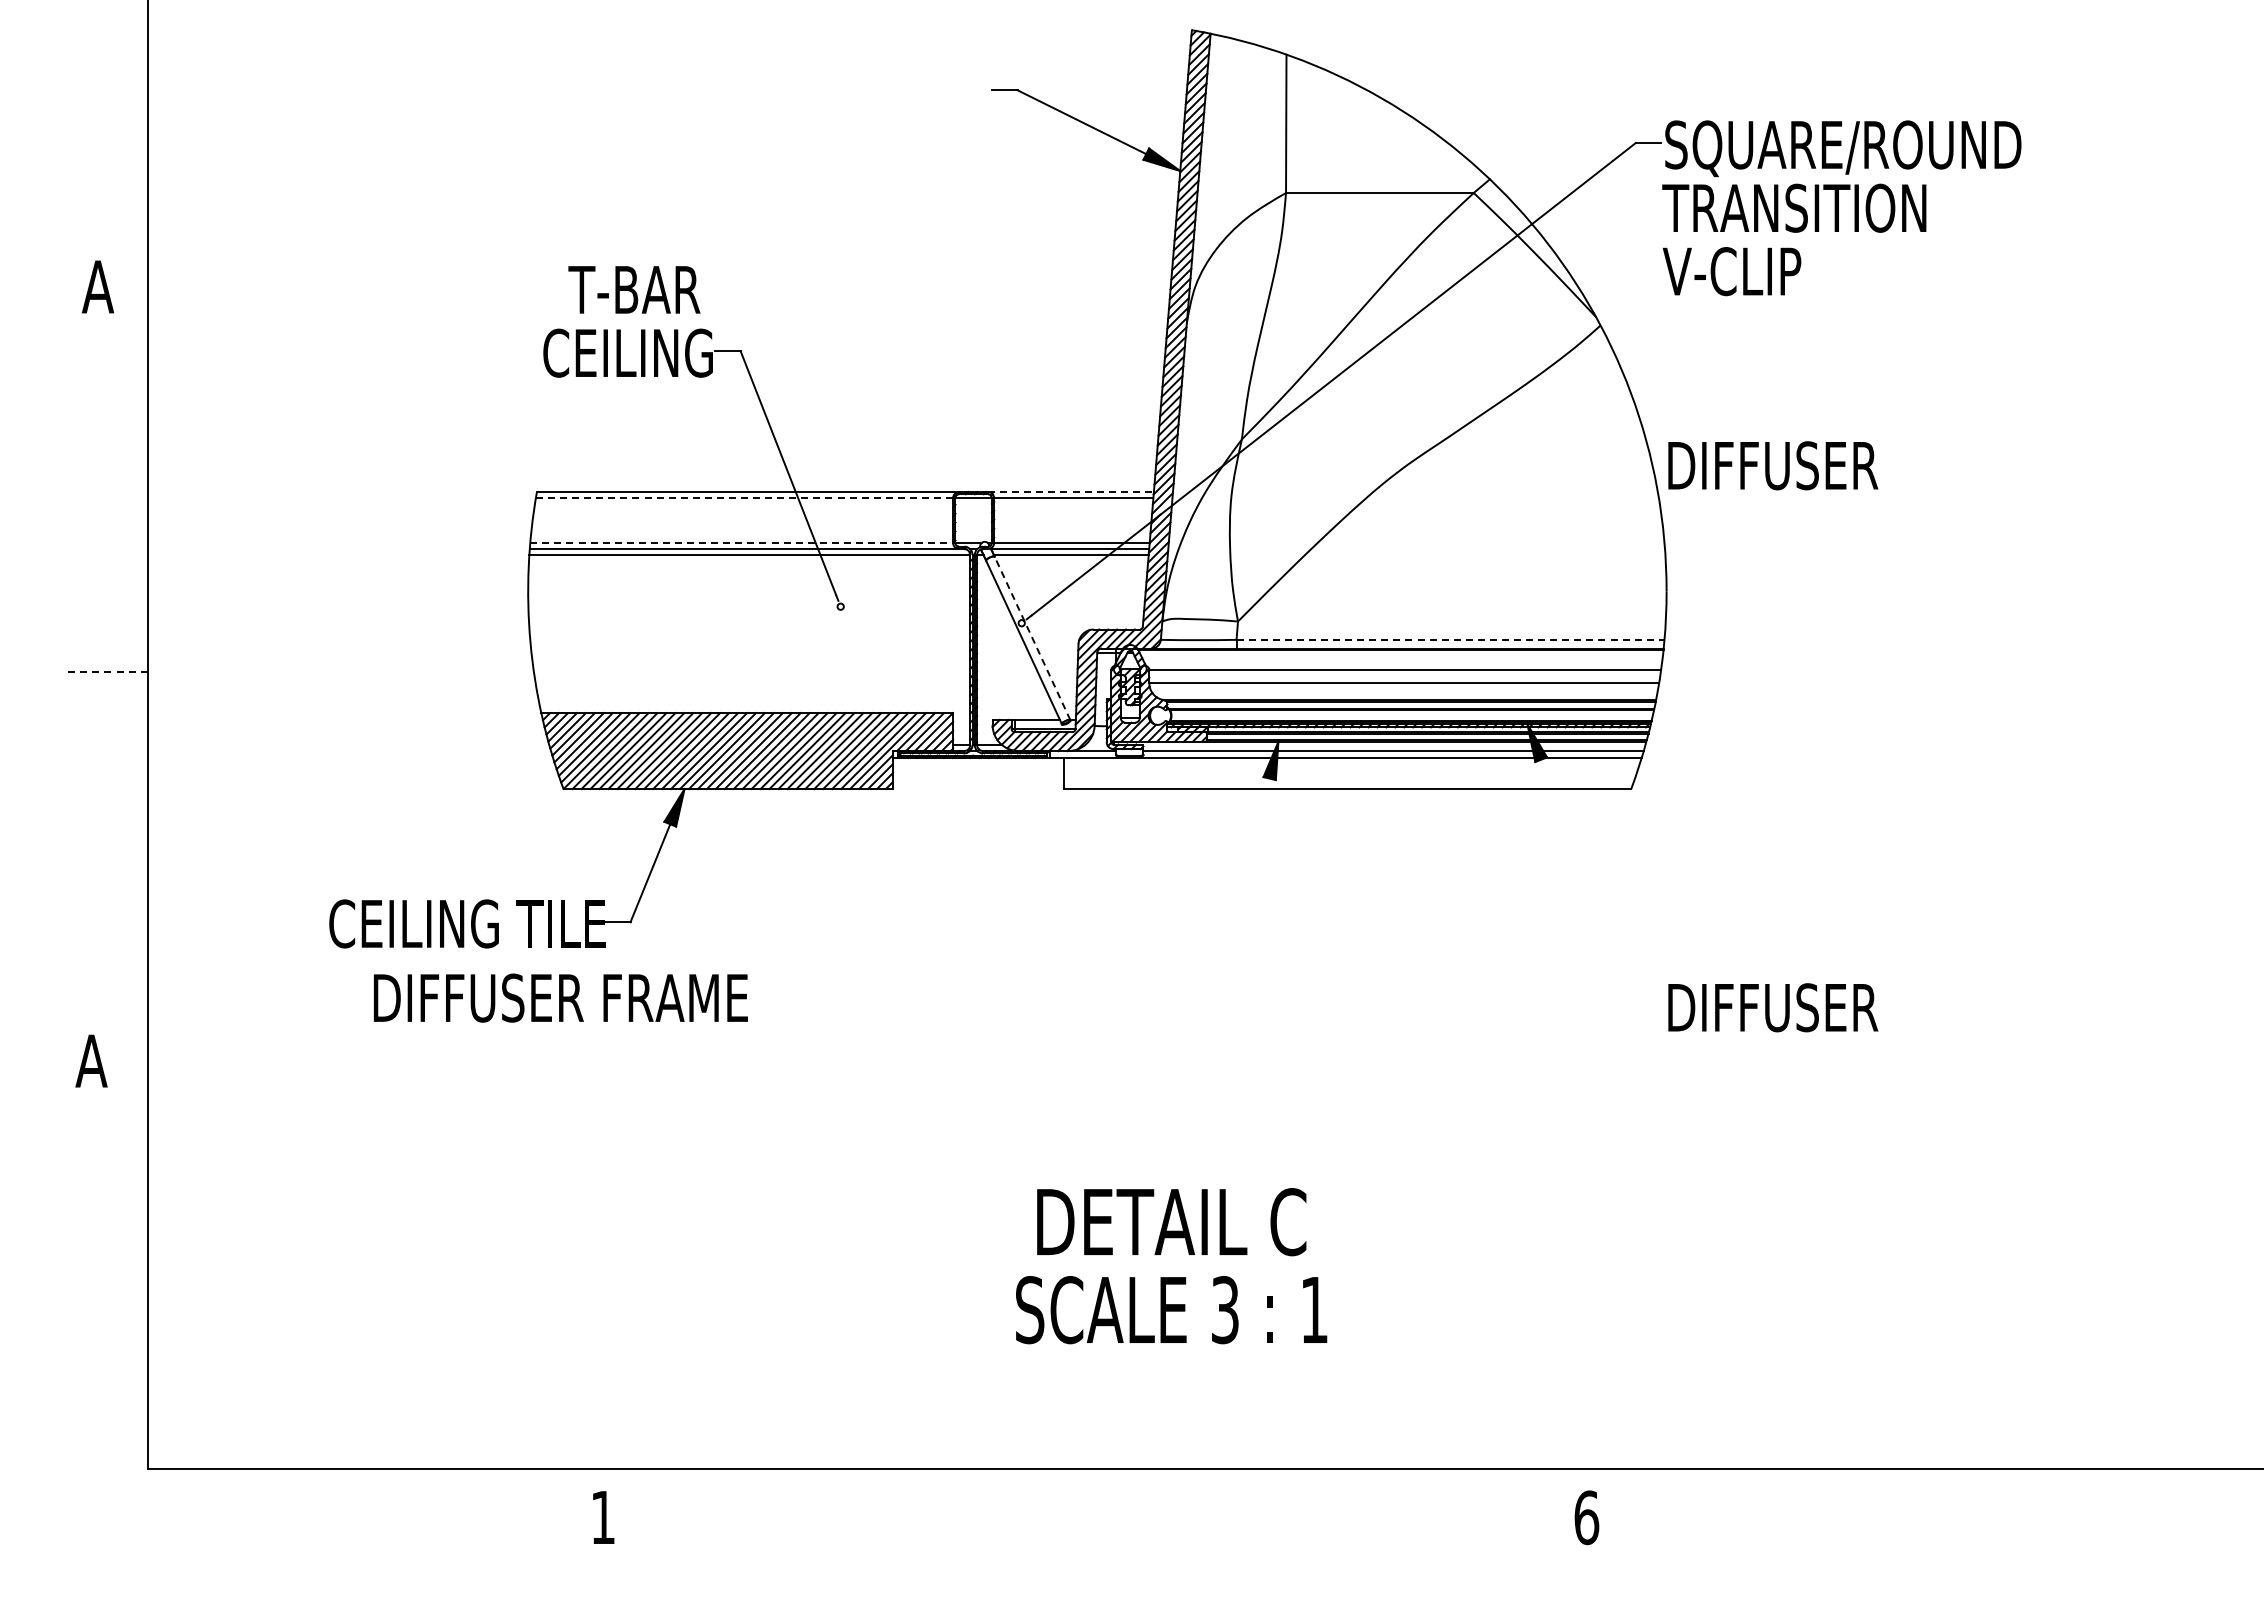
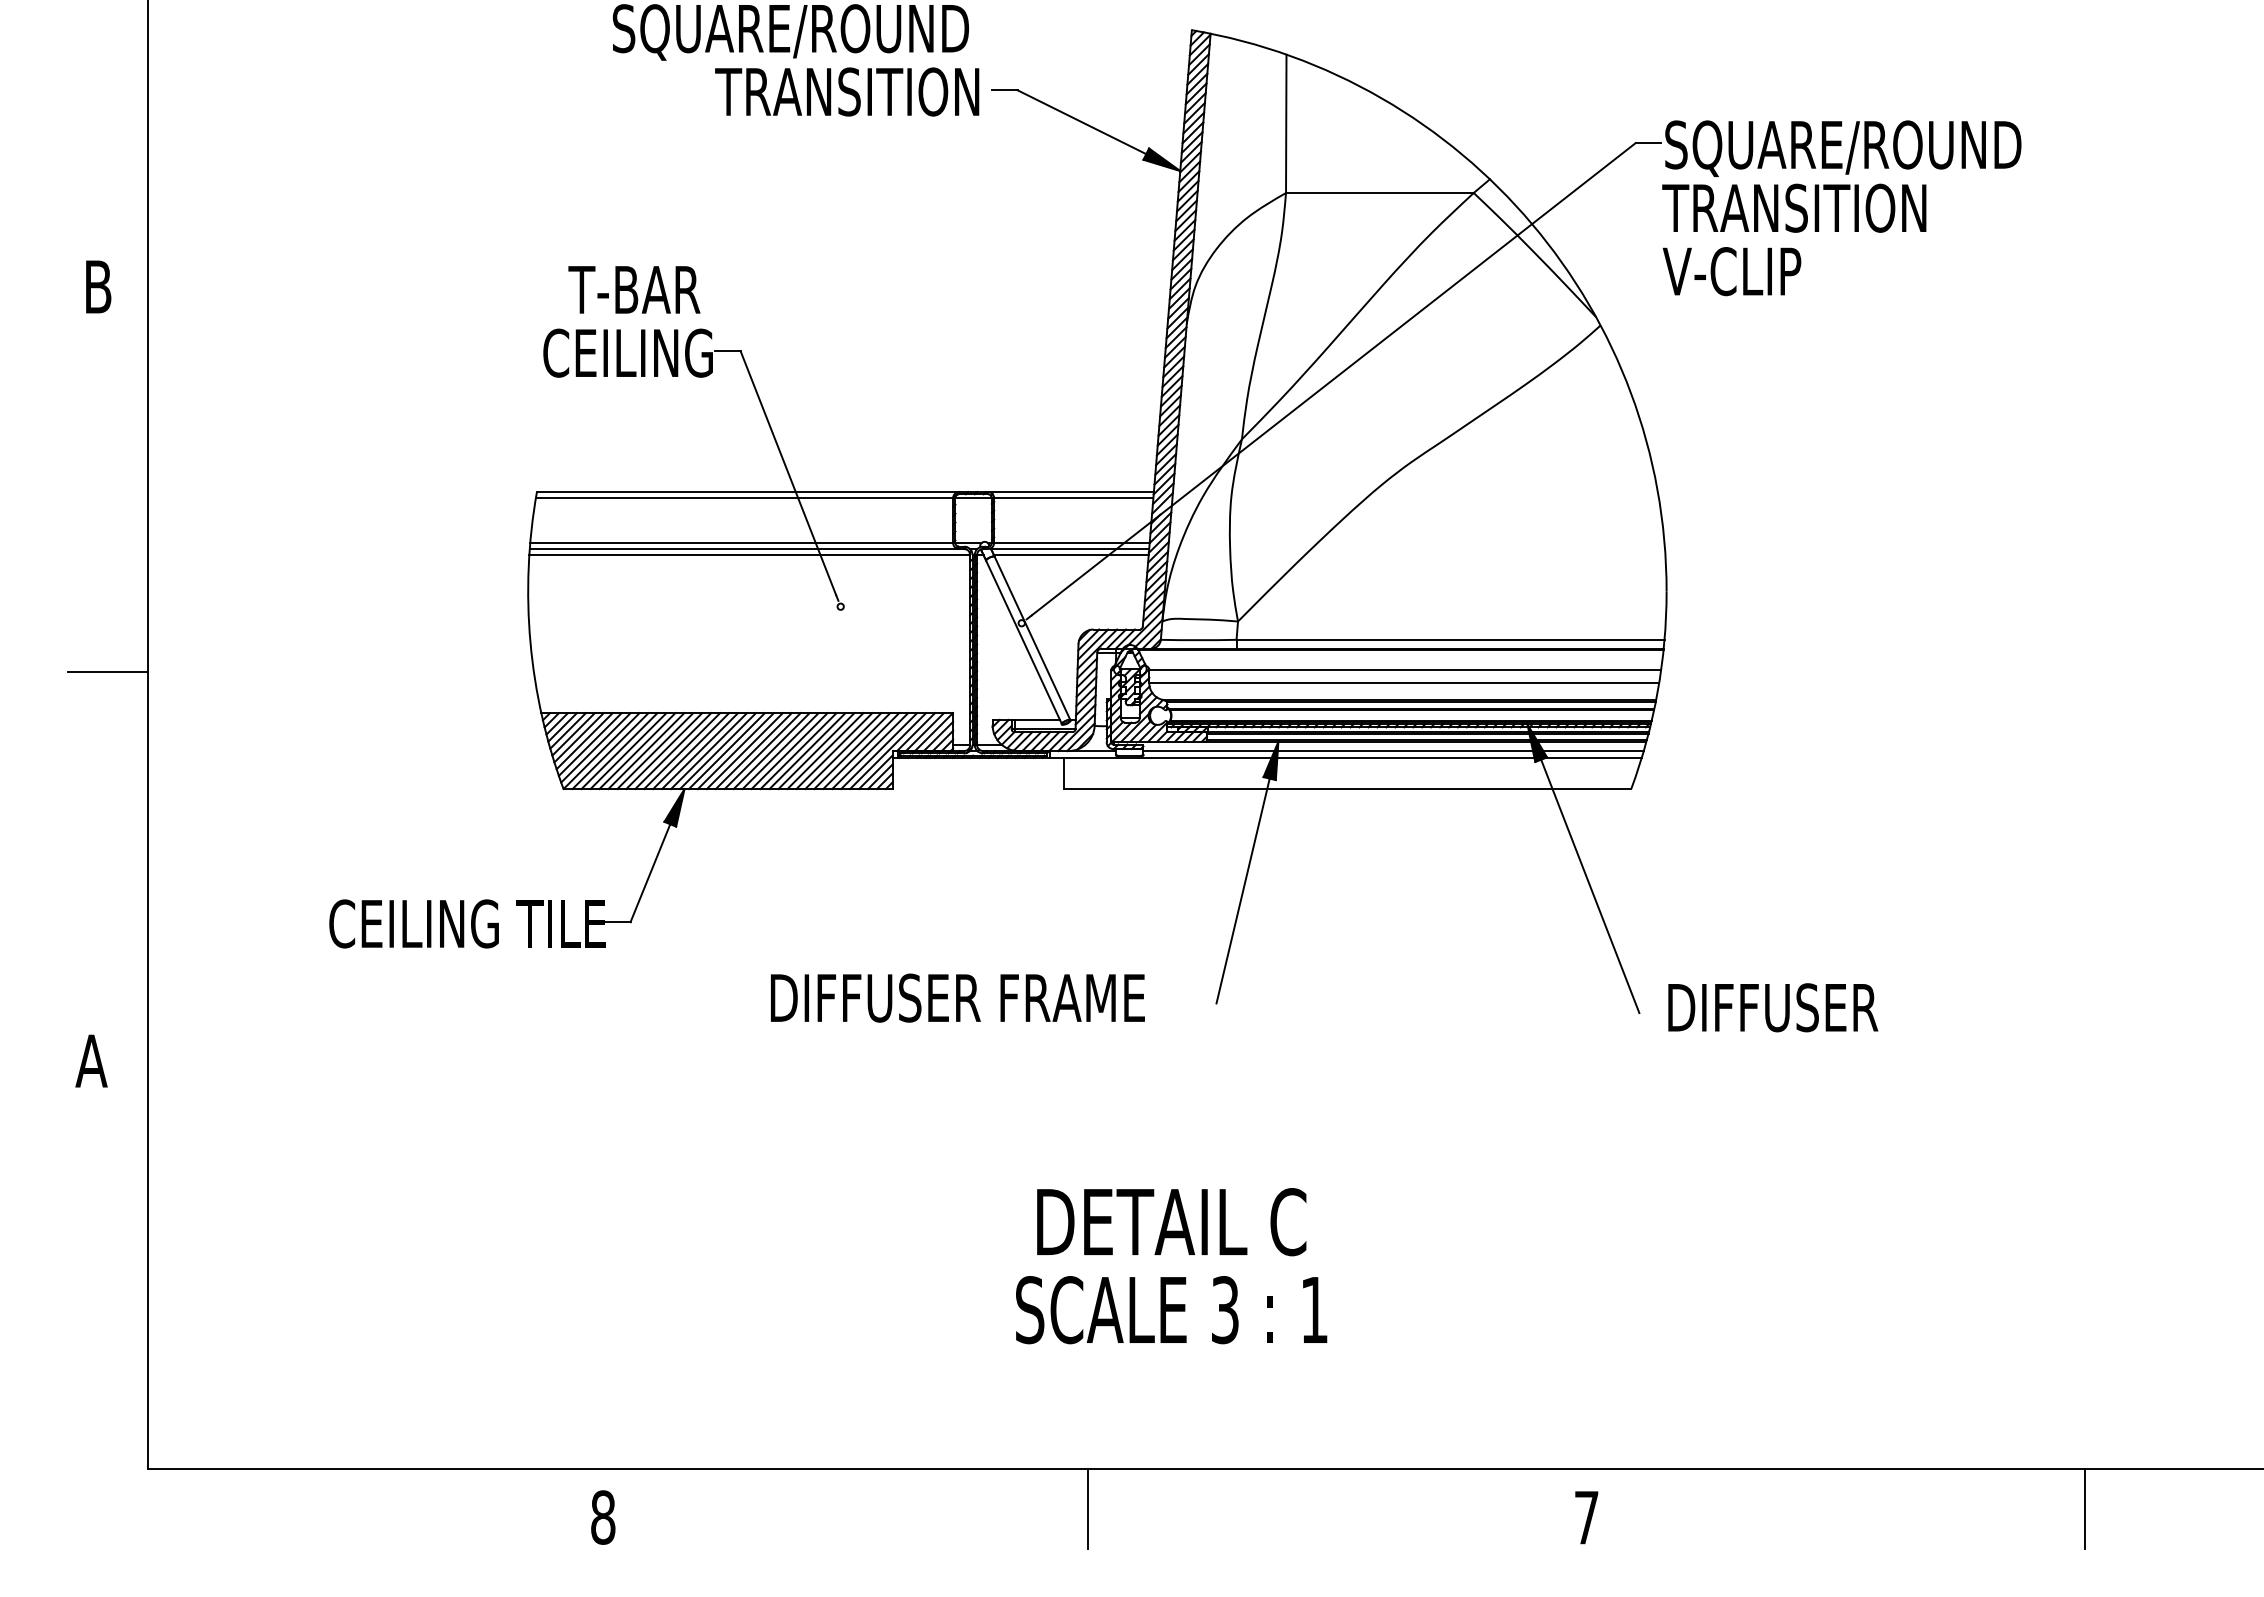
part at (795, 60): none -> present
text at (98, 286): A -> B
part at (1773, 465): present -> none
line at (1070, 492): dashed -> solid
line at (744, 498): dashed -> solid
line at (742, 542): dashed -> solid
line at (1032, 637): dashed -> solid
line at (1450, 639): dashed -> solid
line at (107, 671): dashed -> solid
line at (1590, 886): none -> present
line at (1242, 890): none -> present
part at (560, 997) position: (560, 997) -> (957, 997)
line at (1087, 1509): none -> present
line at (2084, 1509): none -> present
text at (603, 1517): 1 -> 8
text at (1586, 1517): 6 -> 7
